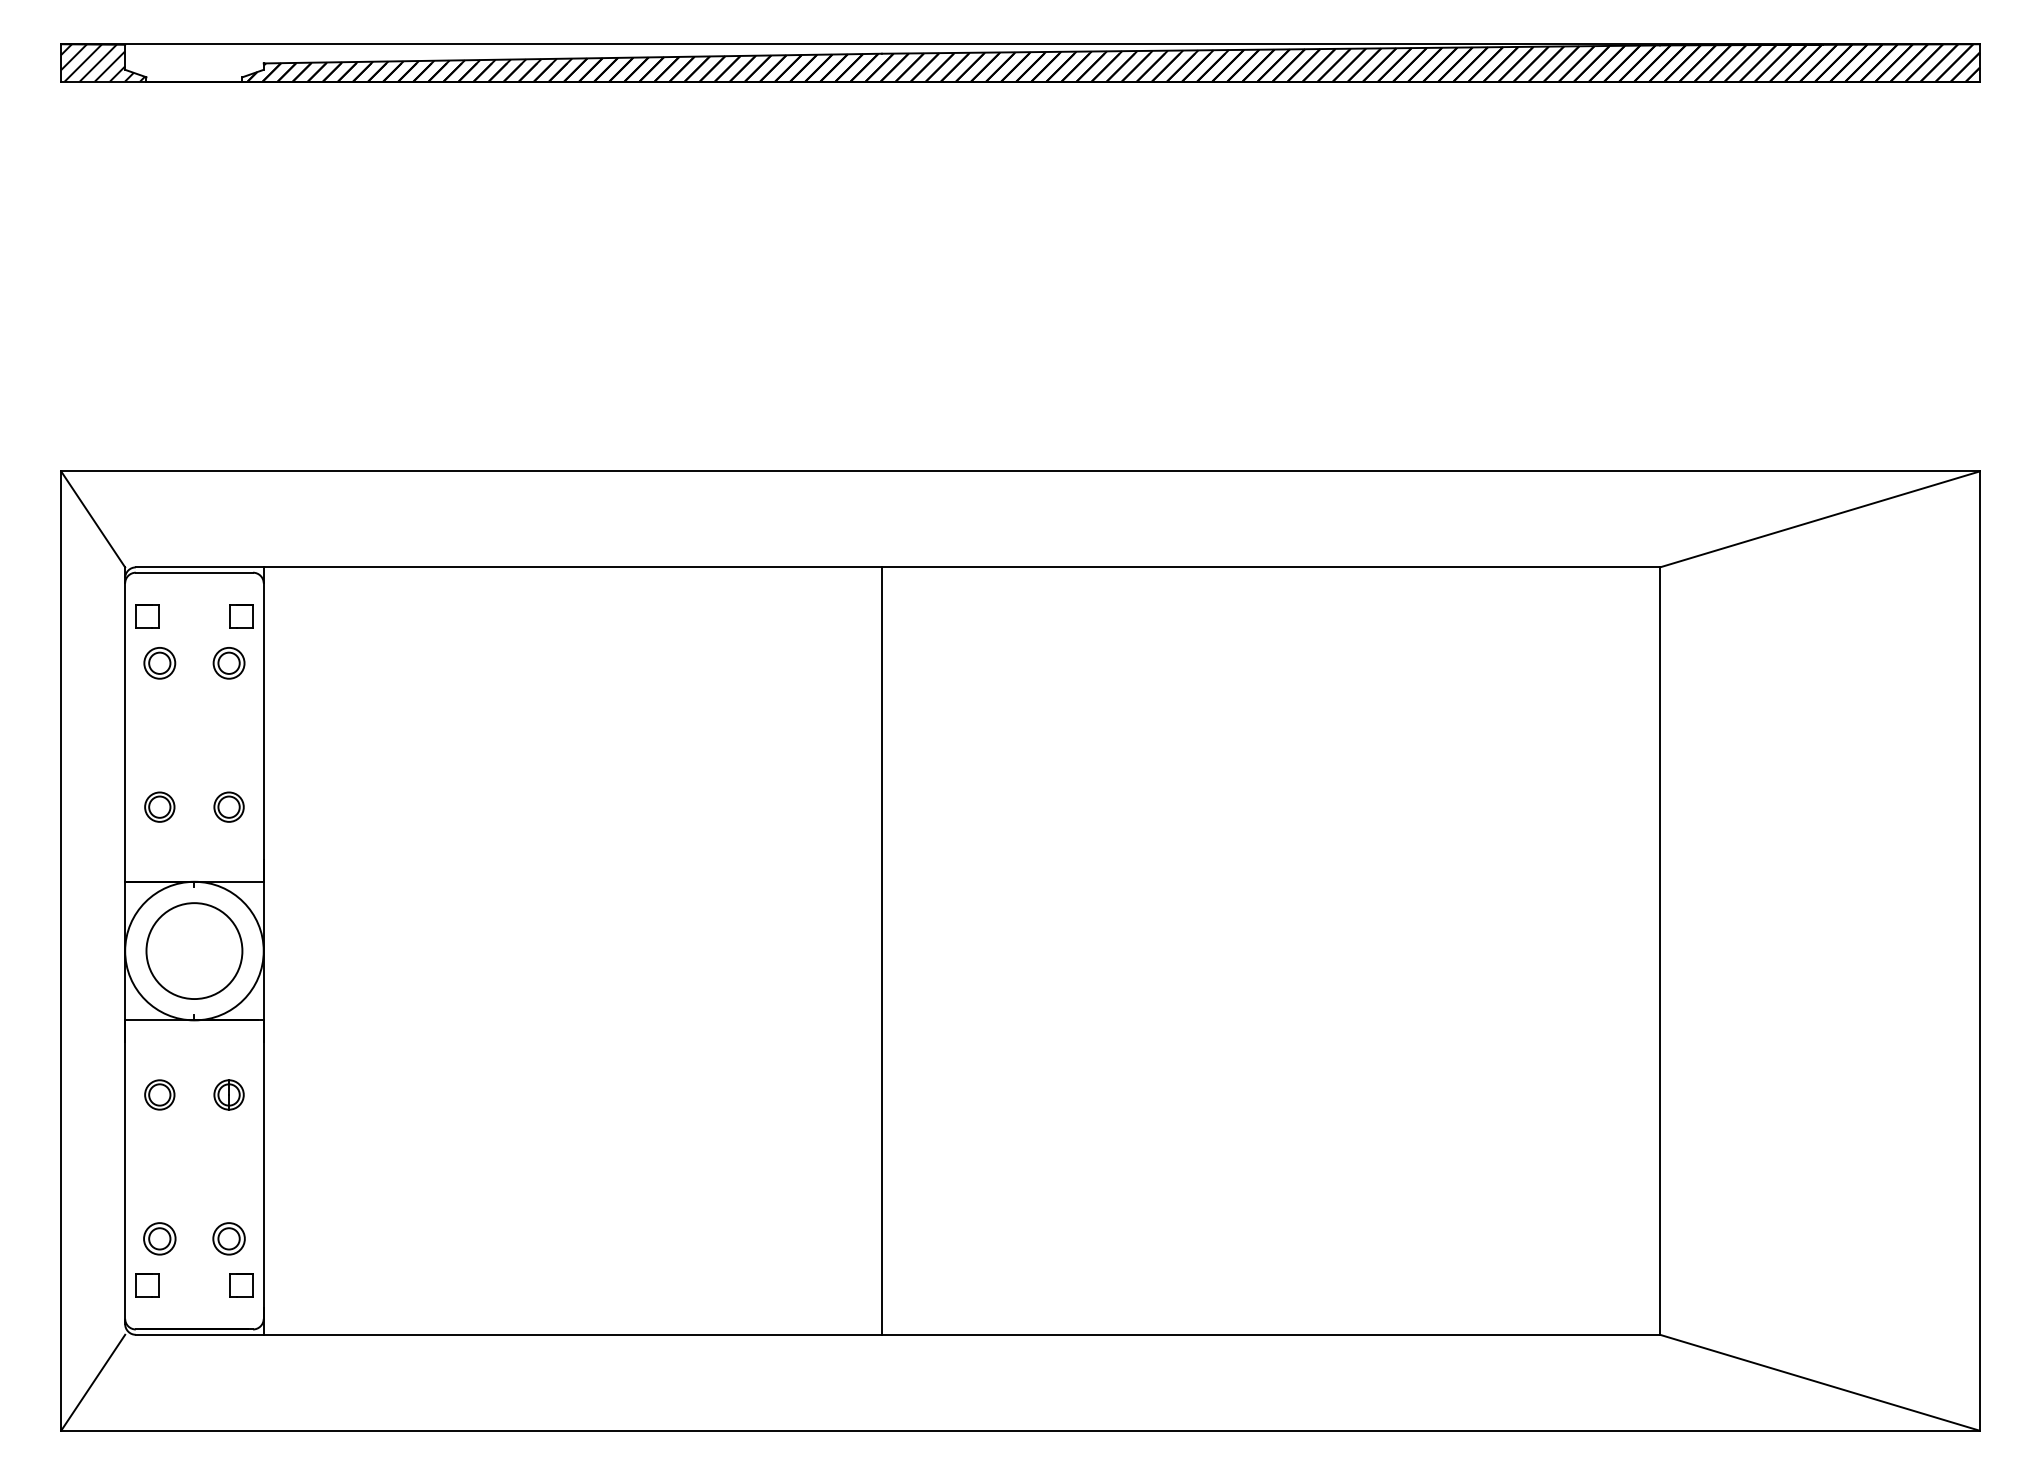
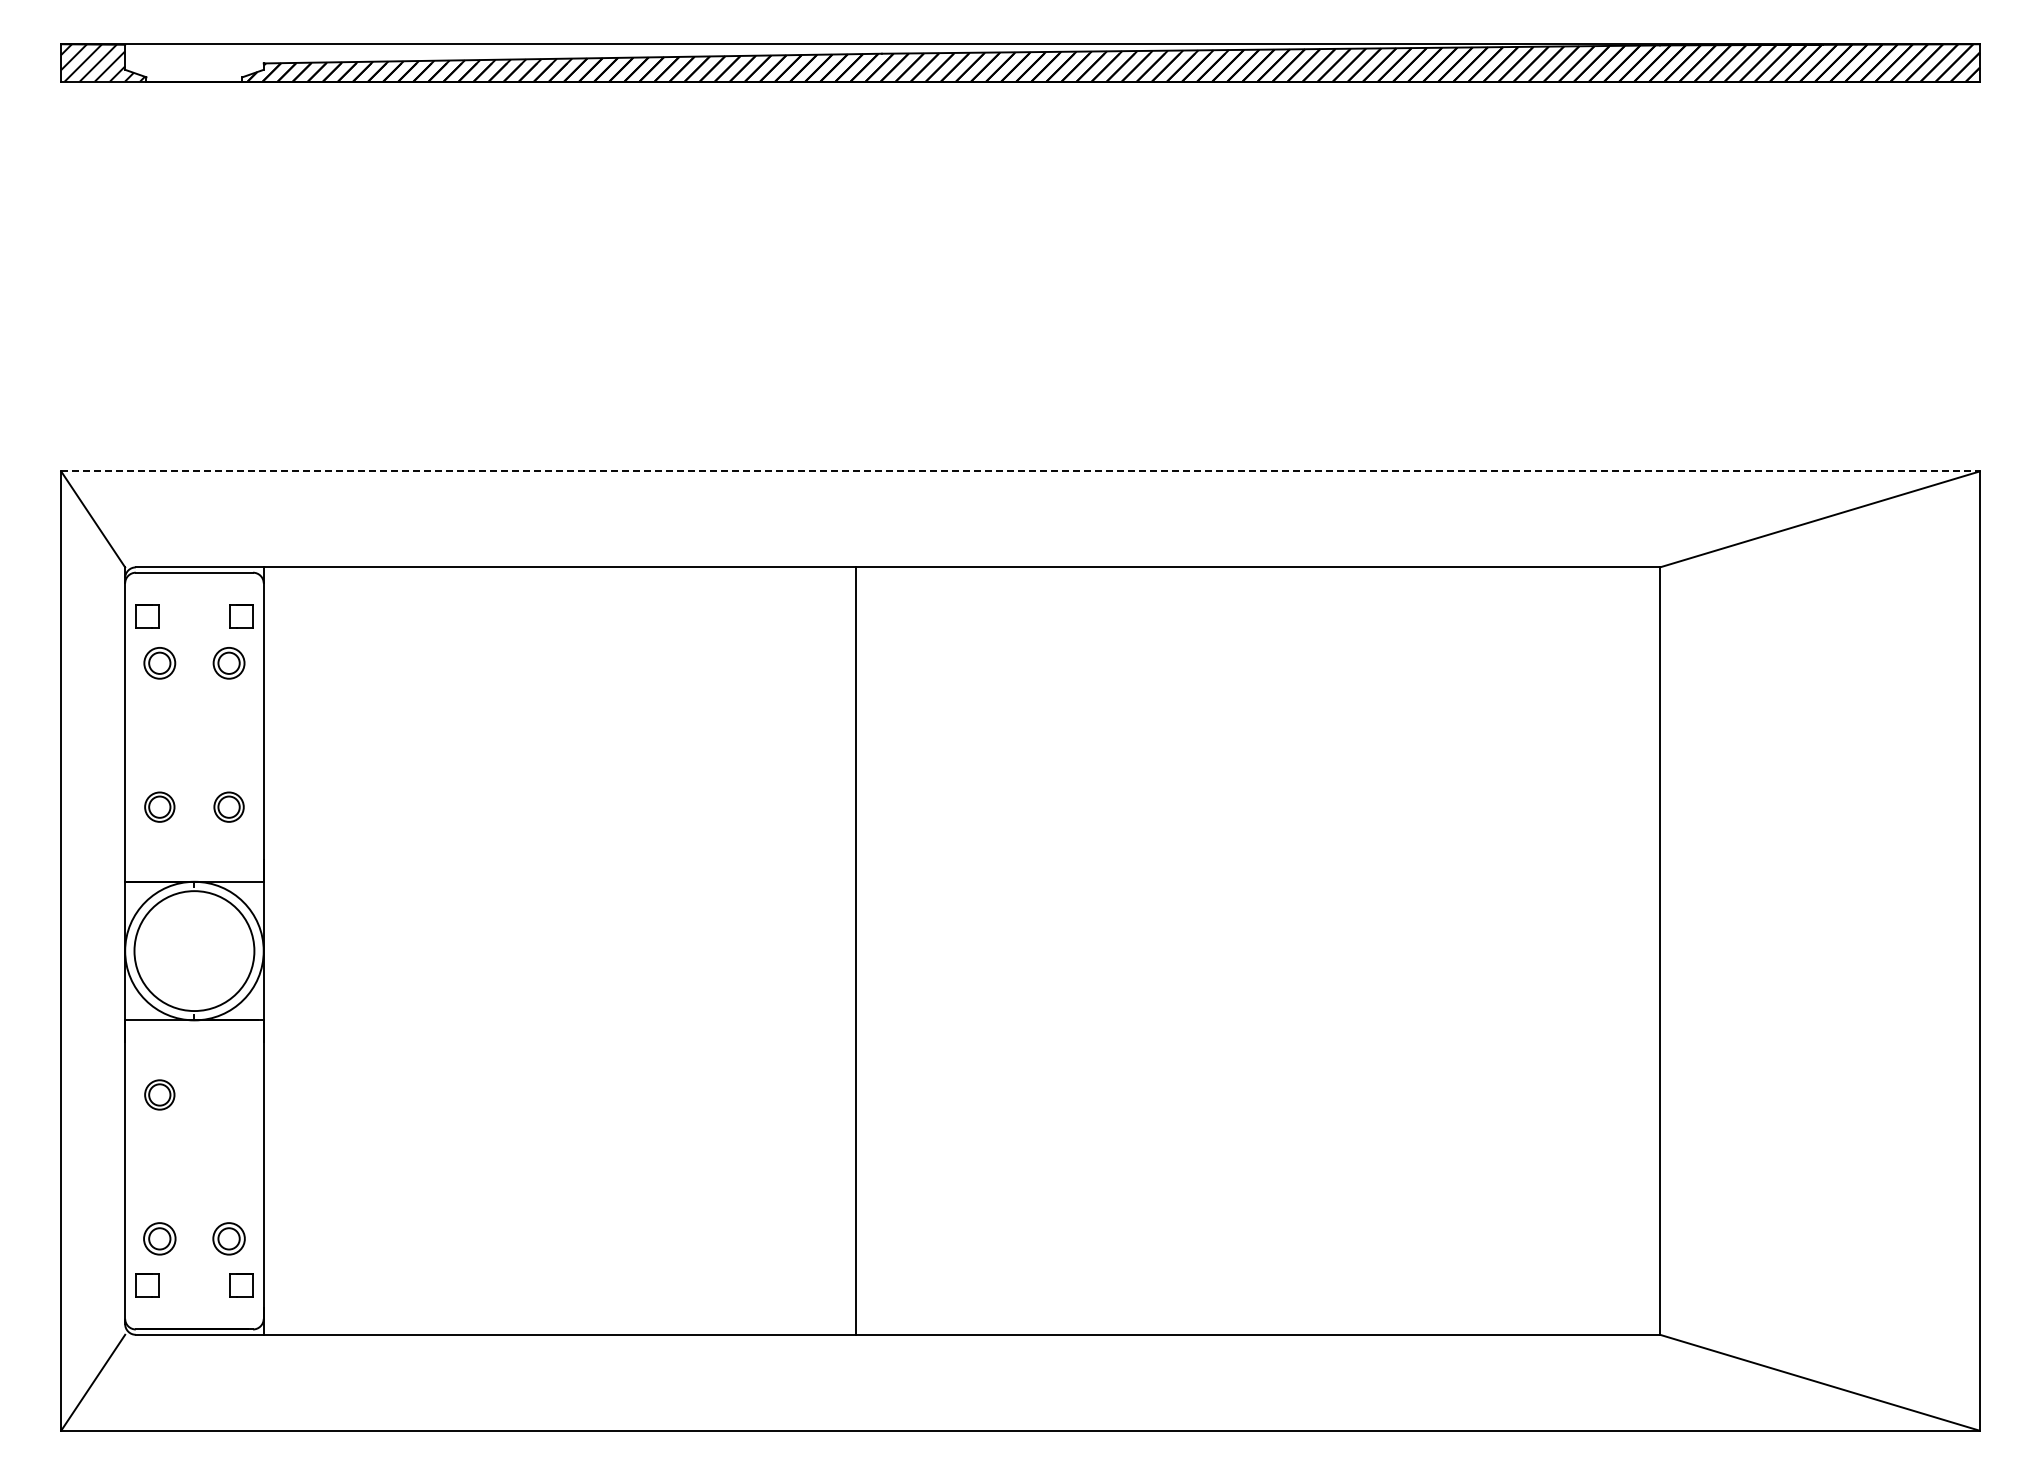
line at (1020, 471): solid -> dashed
line at (881, 950) position: (881, 950) -> (855, 950)
circle at (194, 951) diameter: 96 px -> 120 px
part at (228, 1094): present -> none
